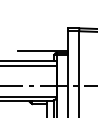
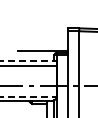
line at (28, 61): solid -> dashed
line at (28, 96): solid -> dashed
